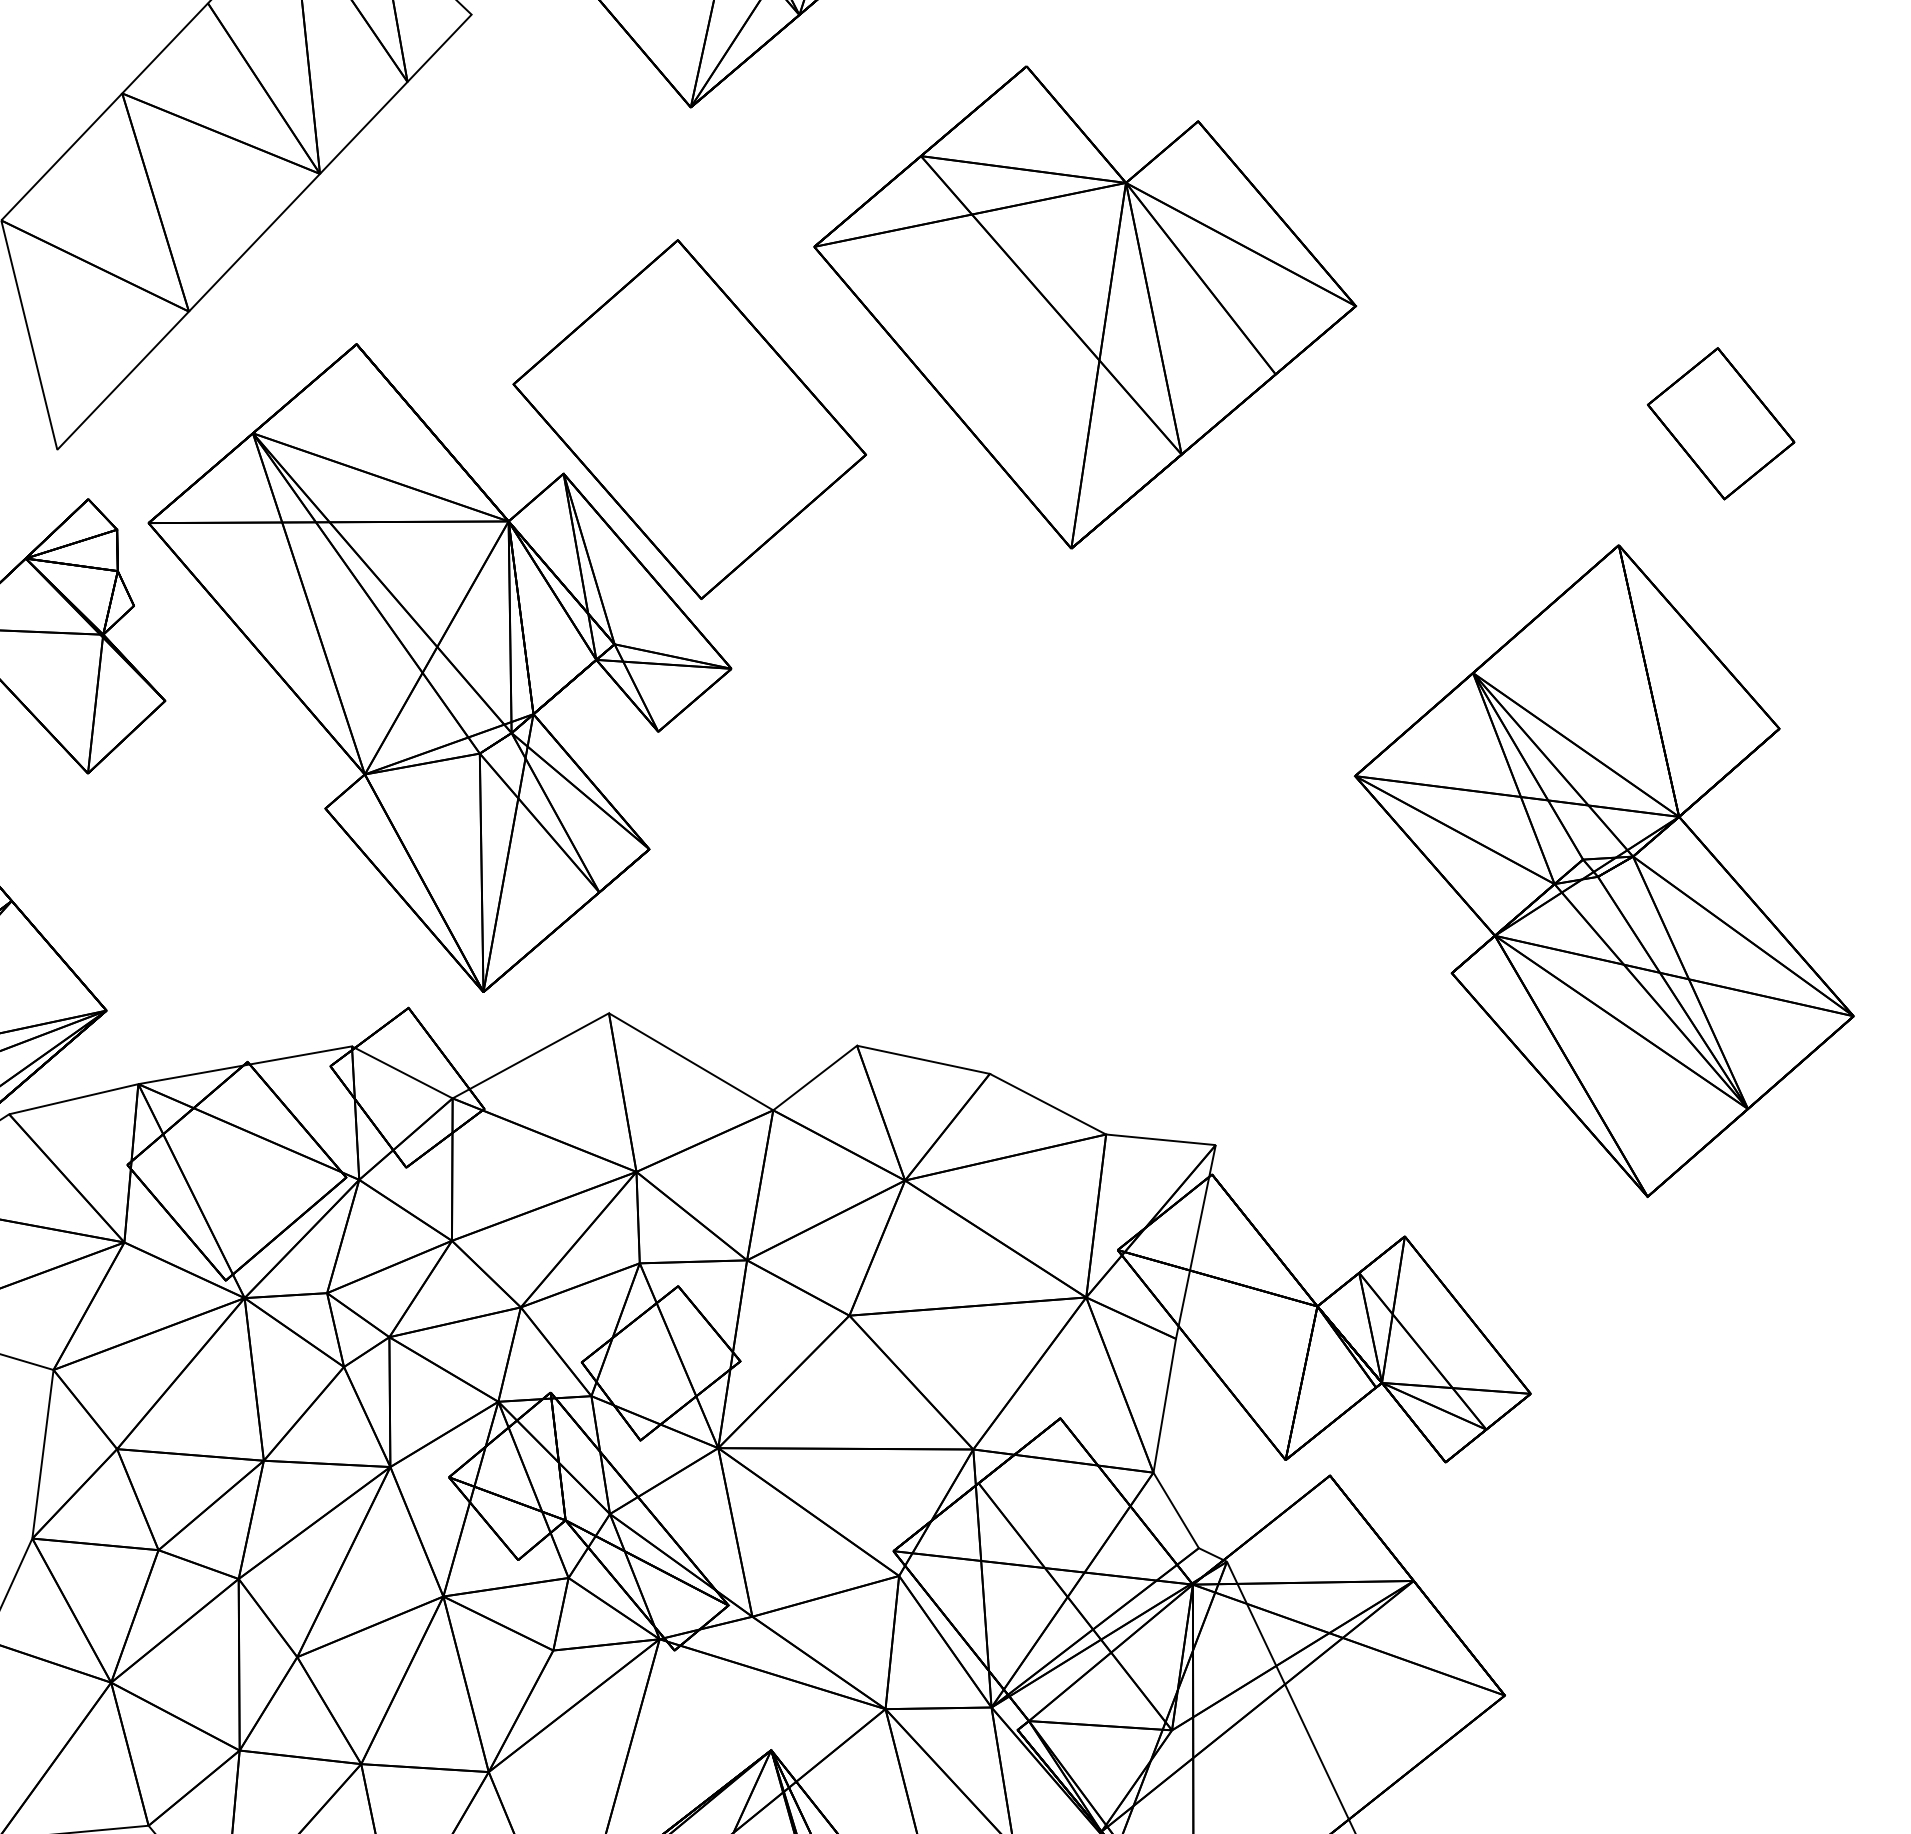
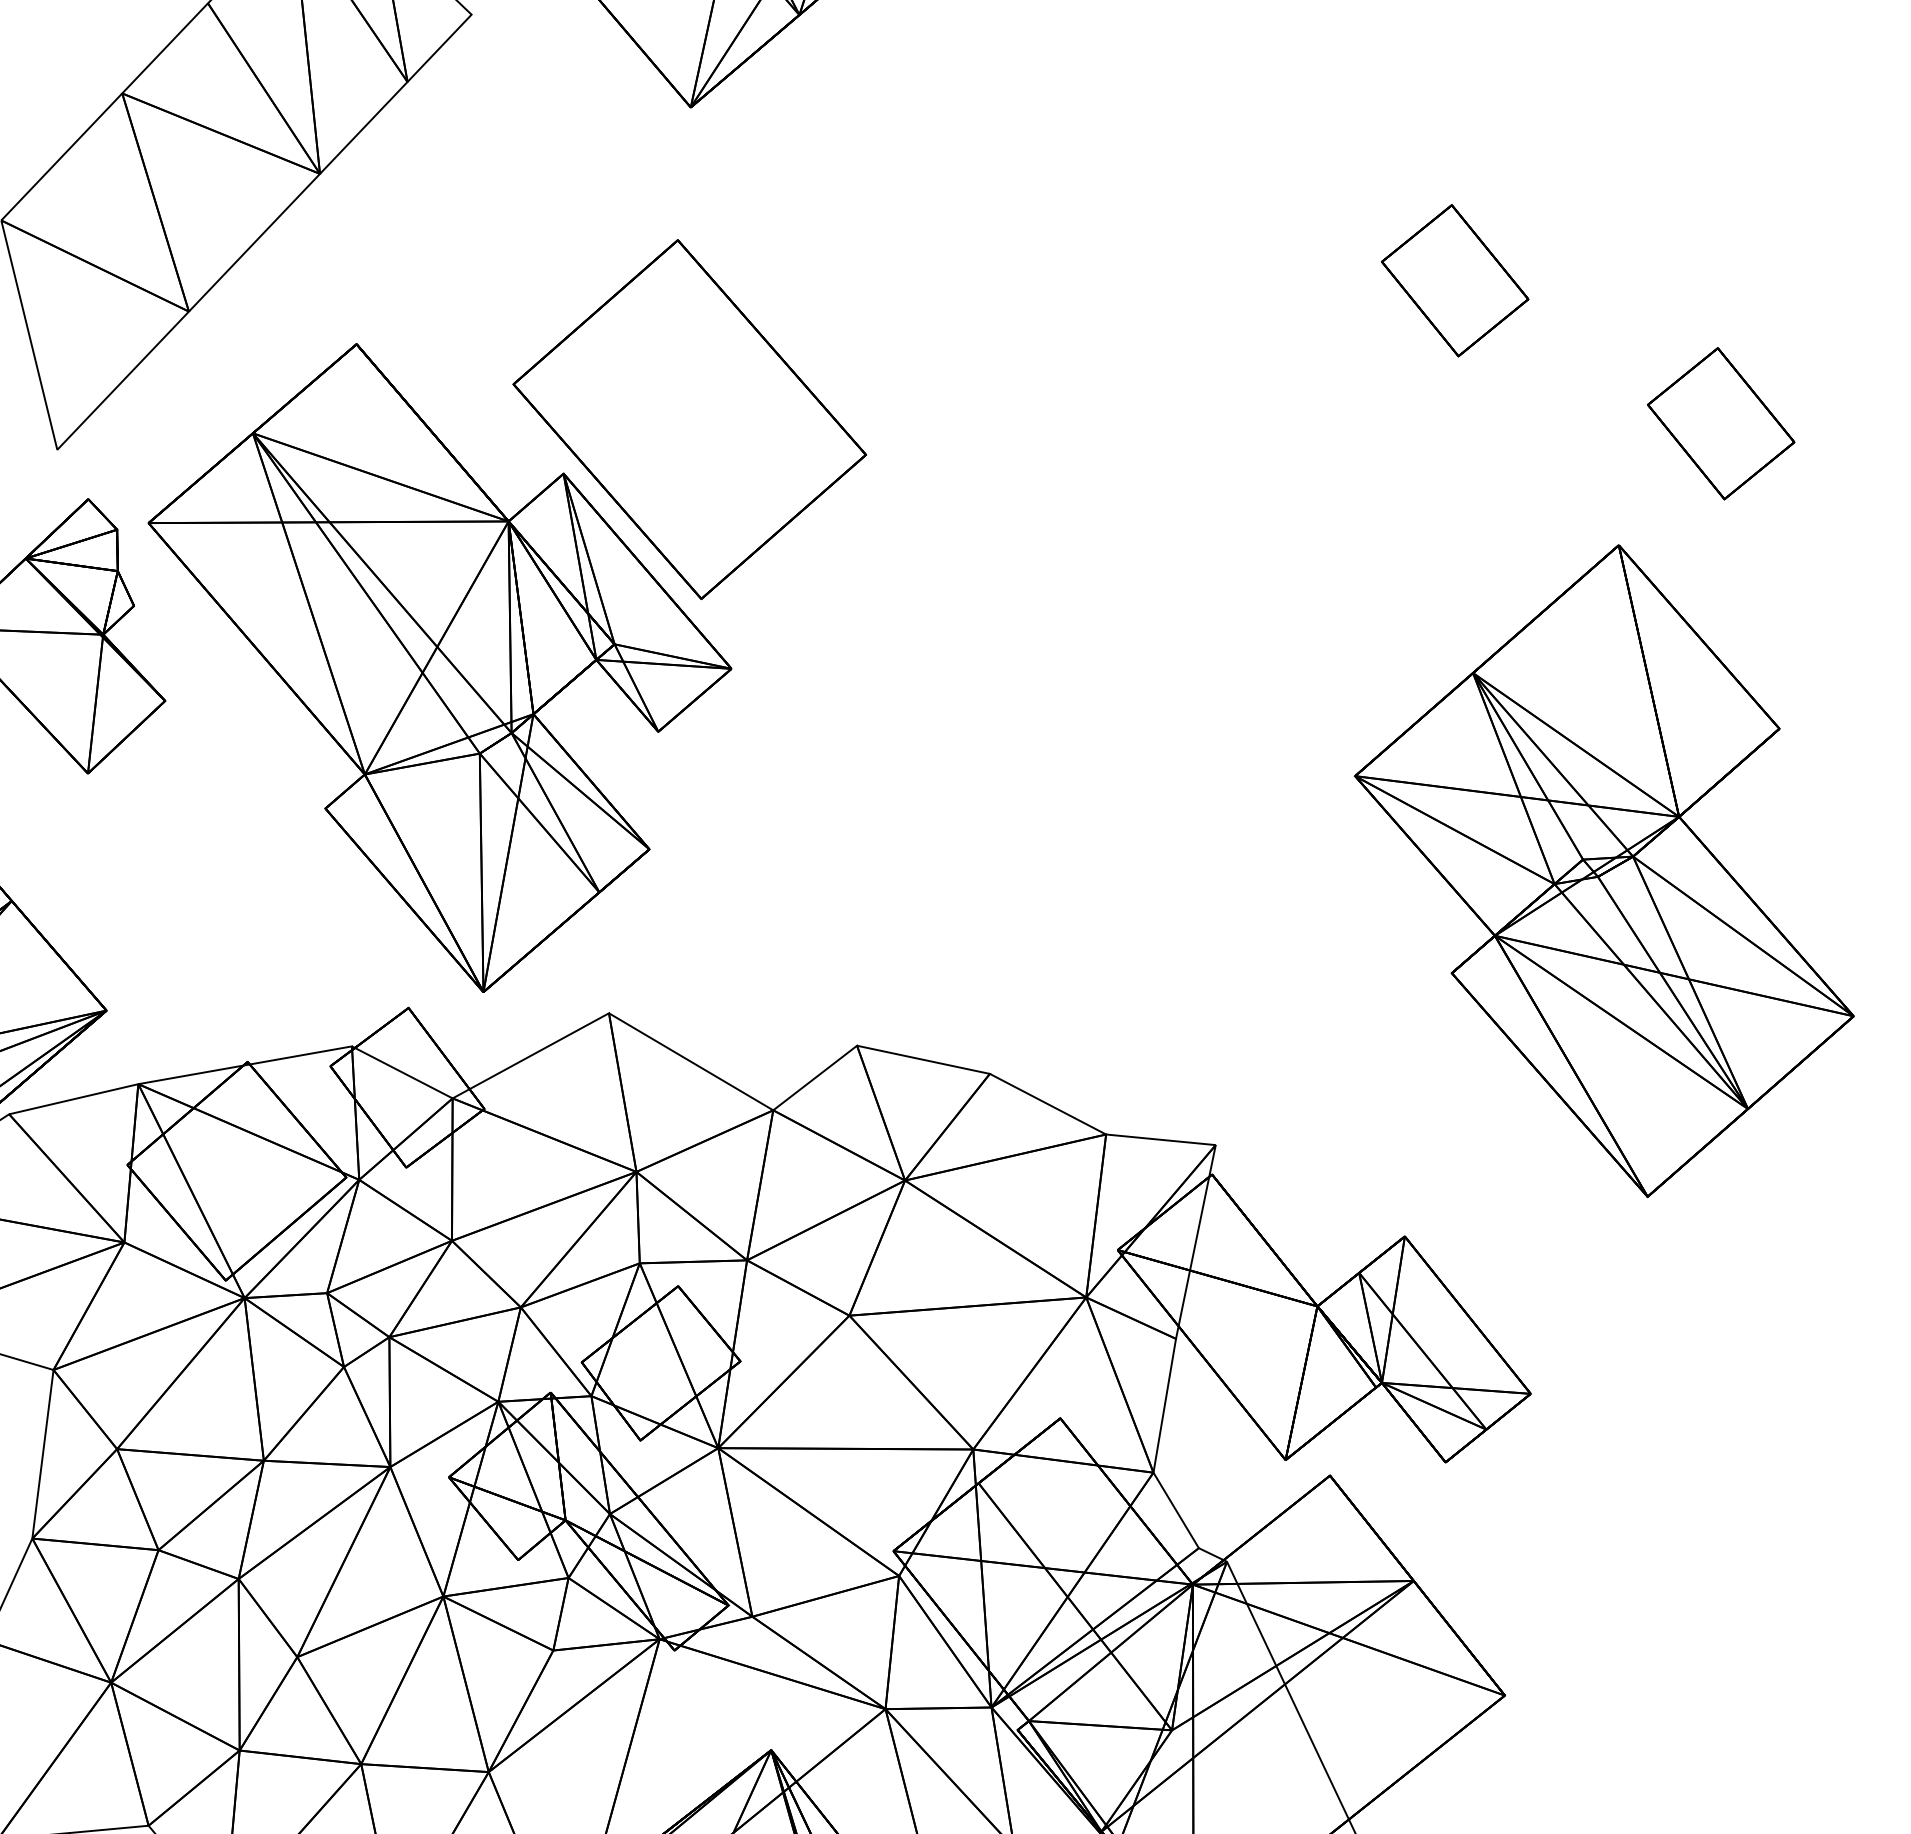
part at (1455, 280): none -> present
part at (1085, 307): present -> none
